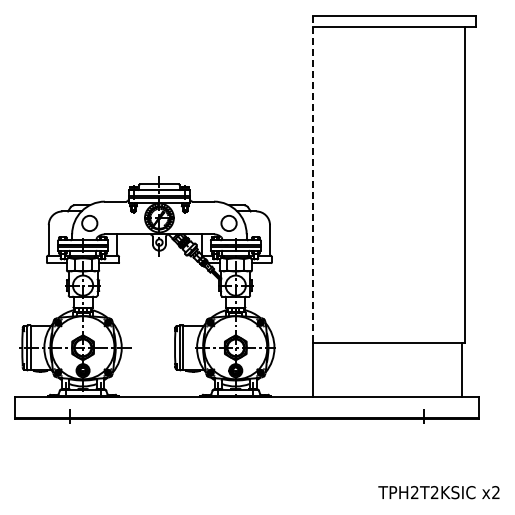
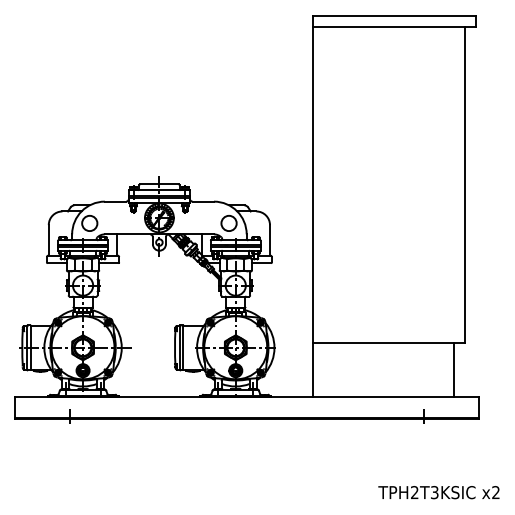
line at (312, 179): dashed -> solid
line at (462, 369) position: (462, 369) -> (454, 369)
text at (434, 492): TPH2T2KSIC -> TPH2T3KSIC
